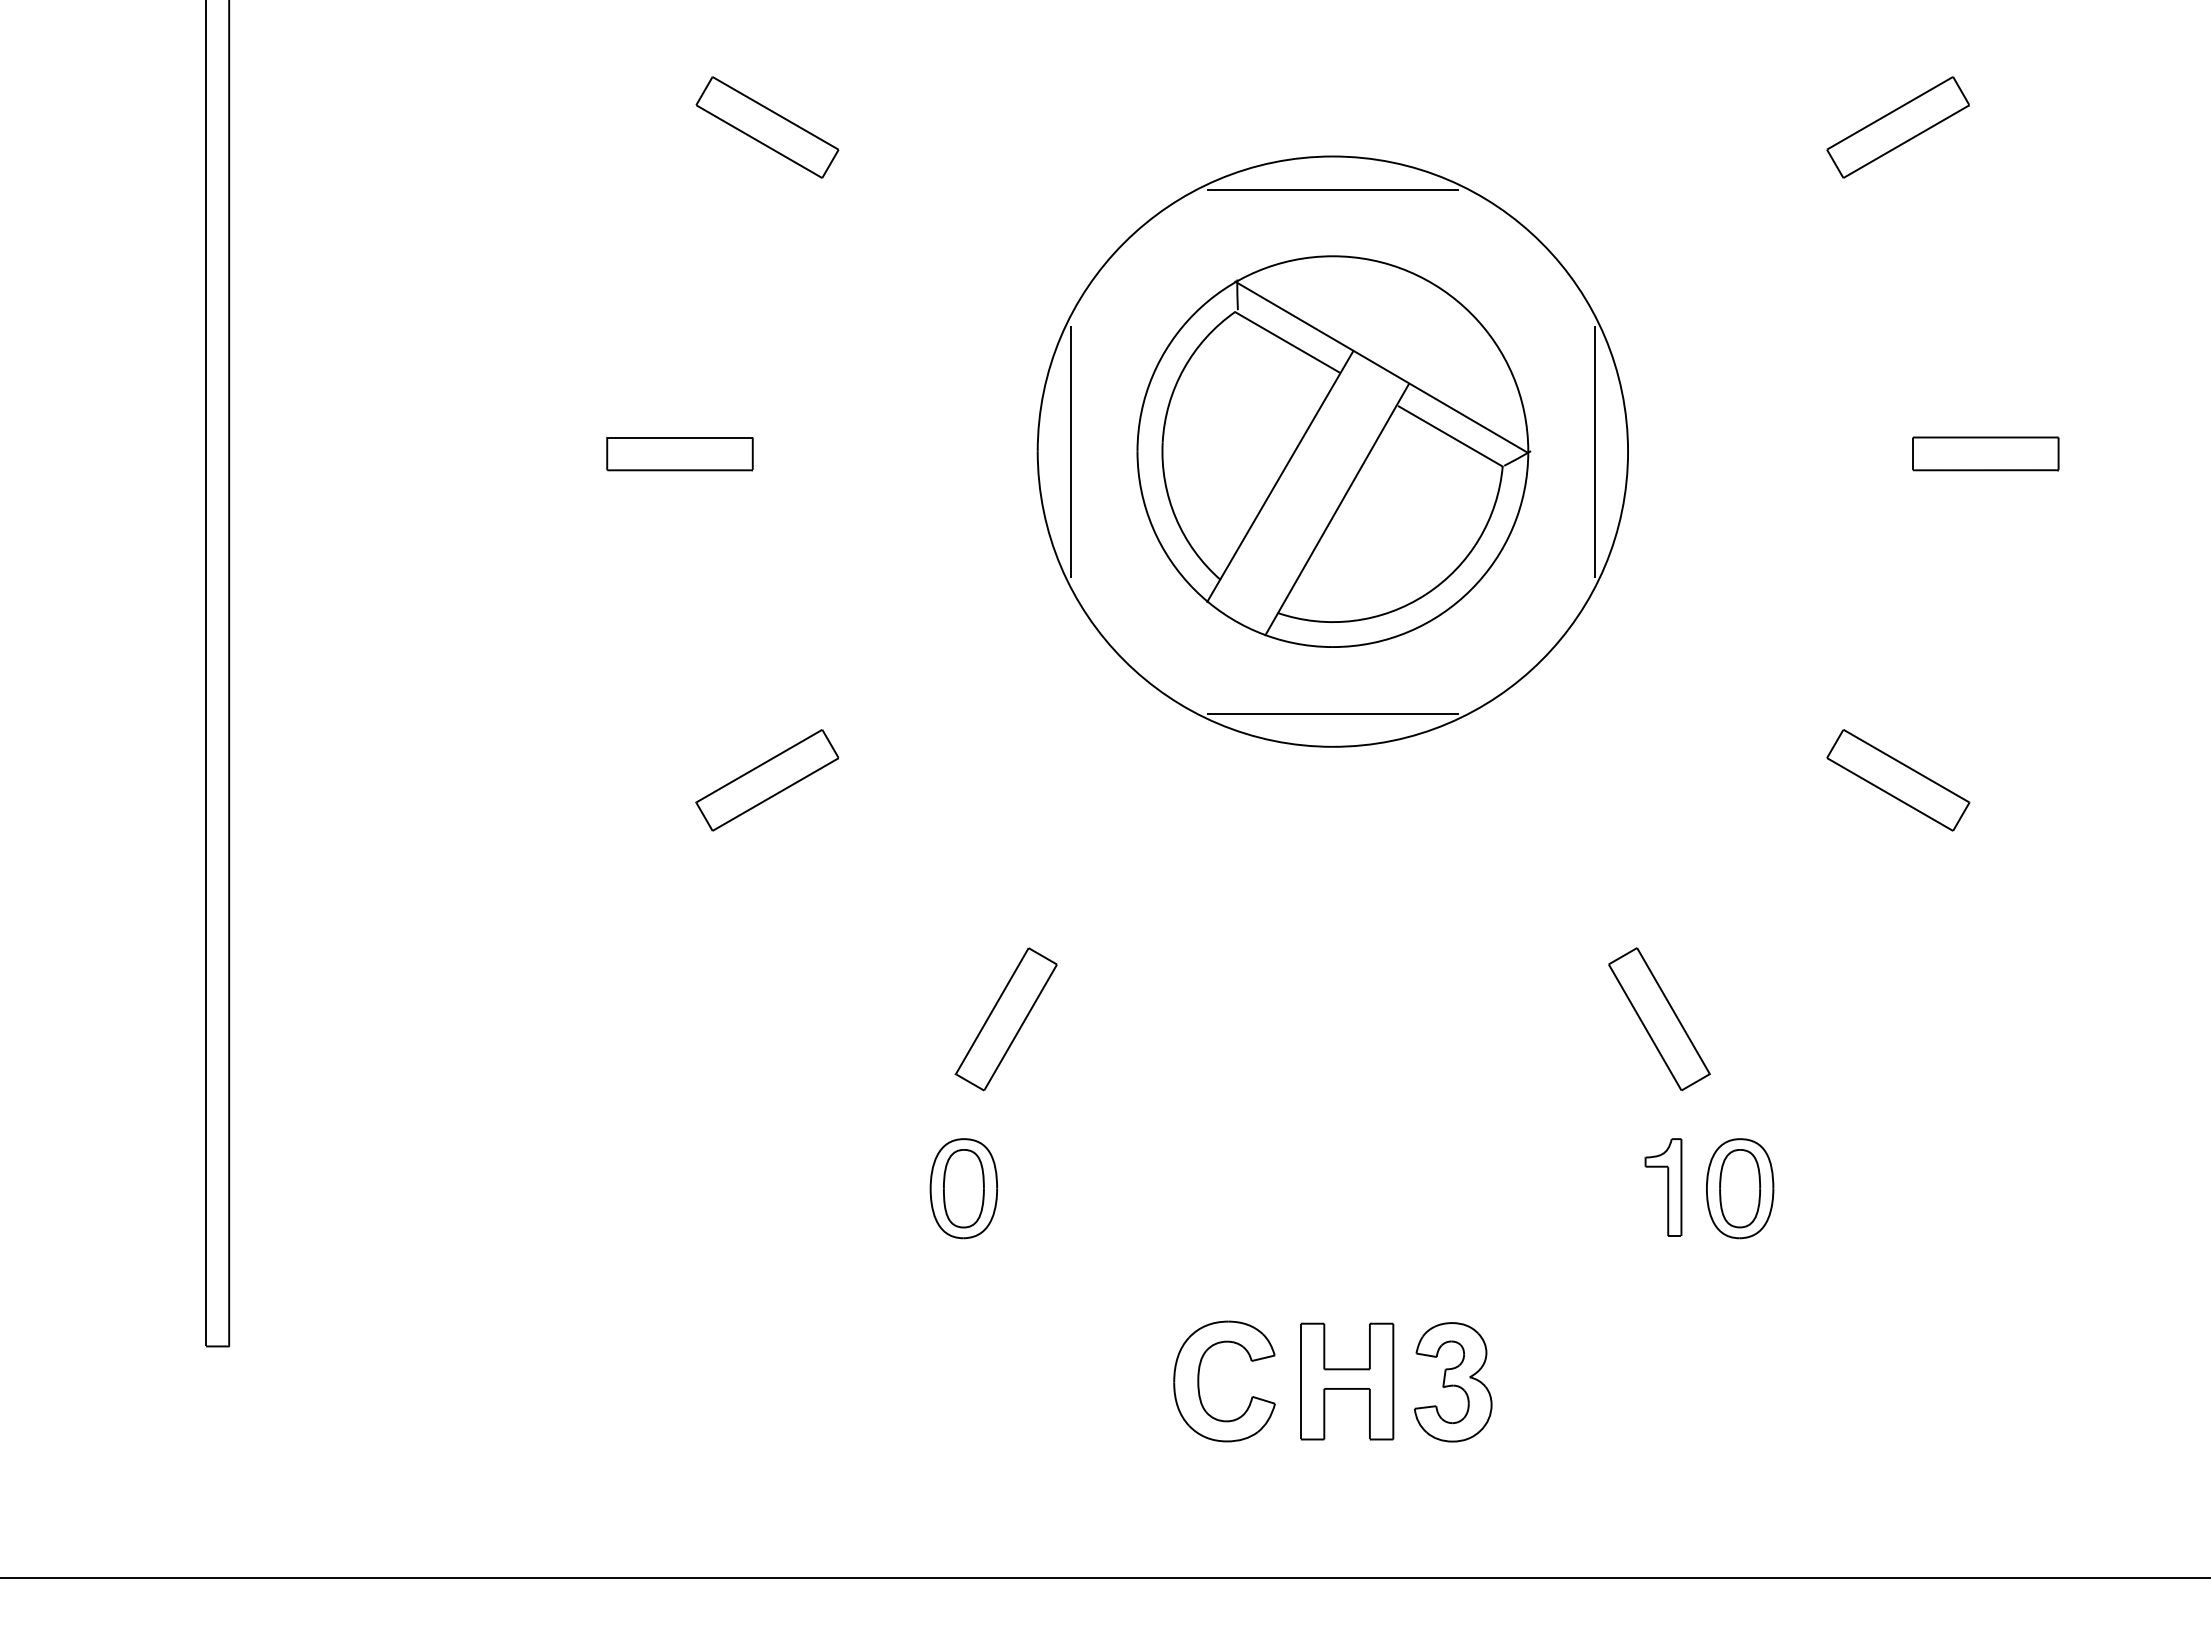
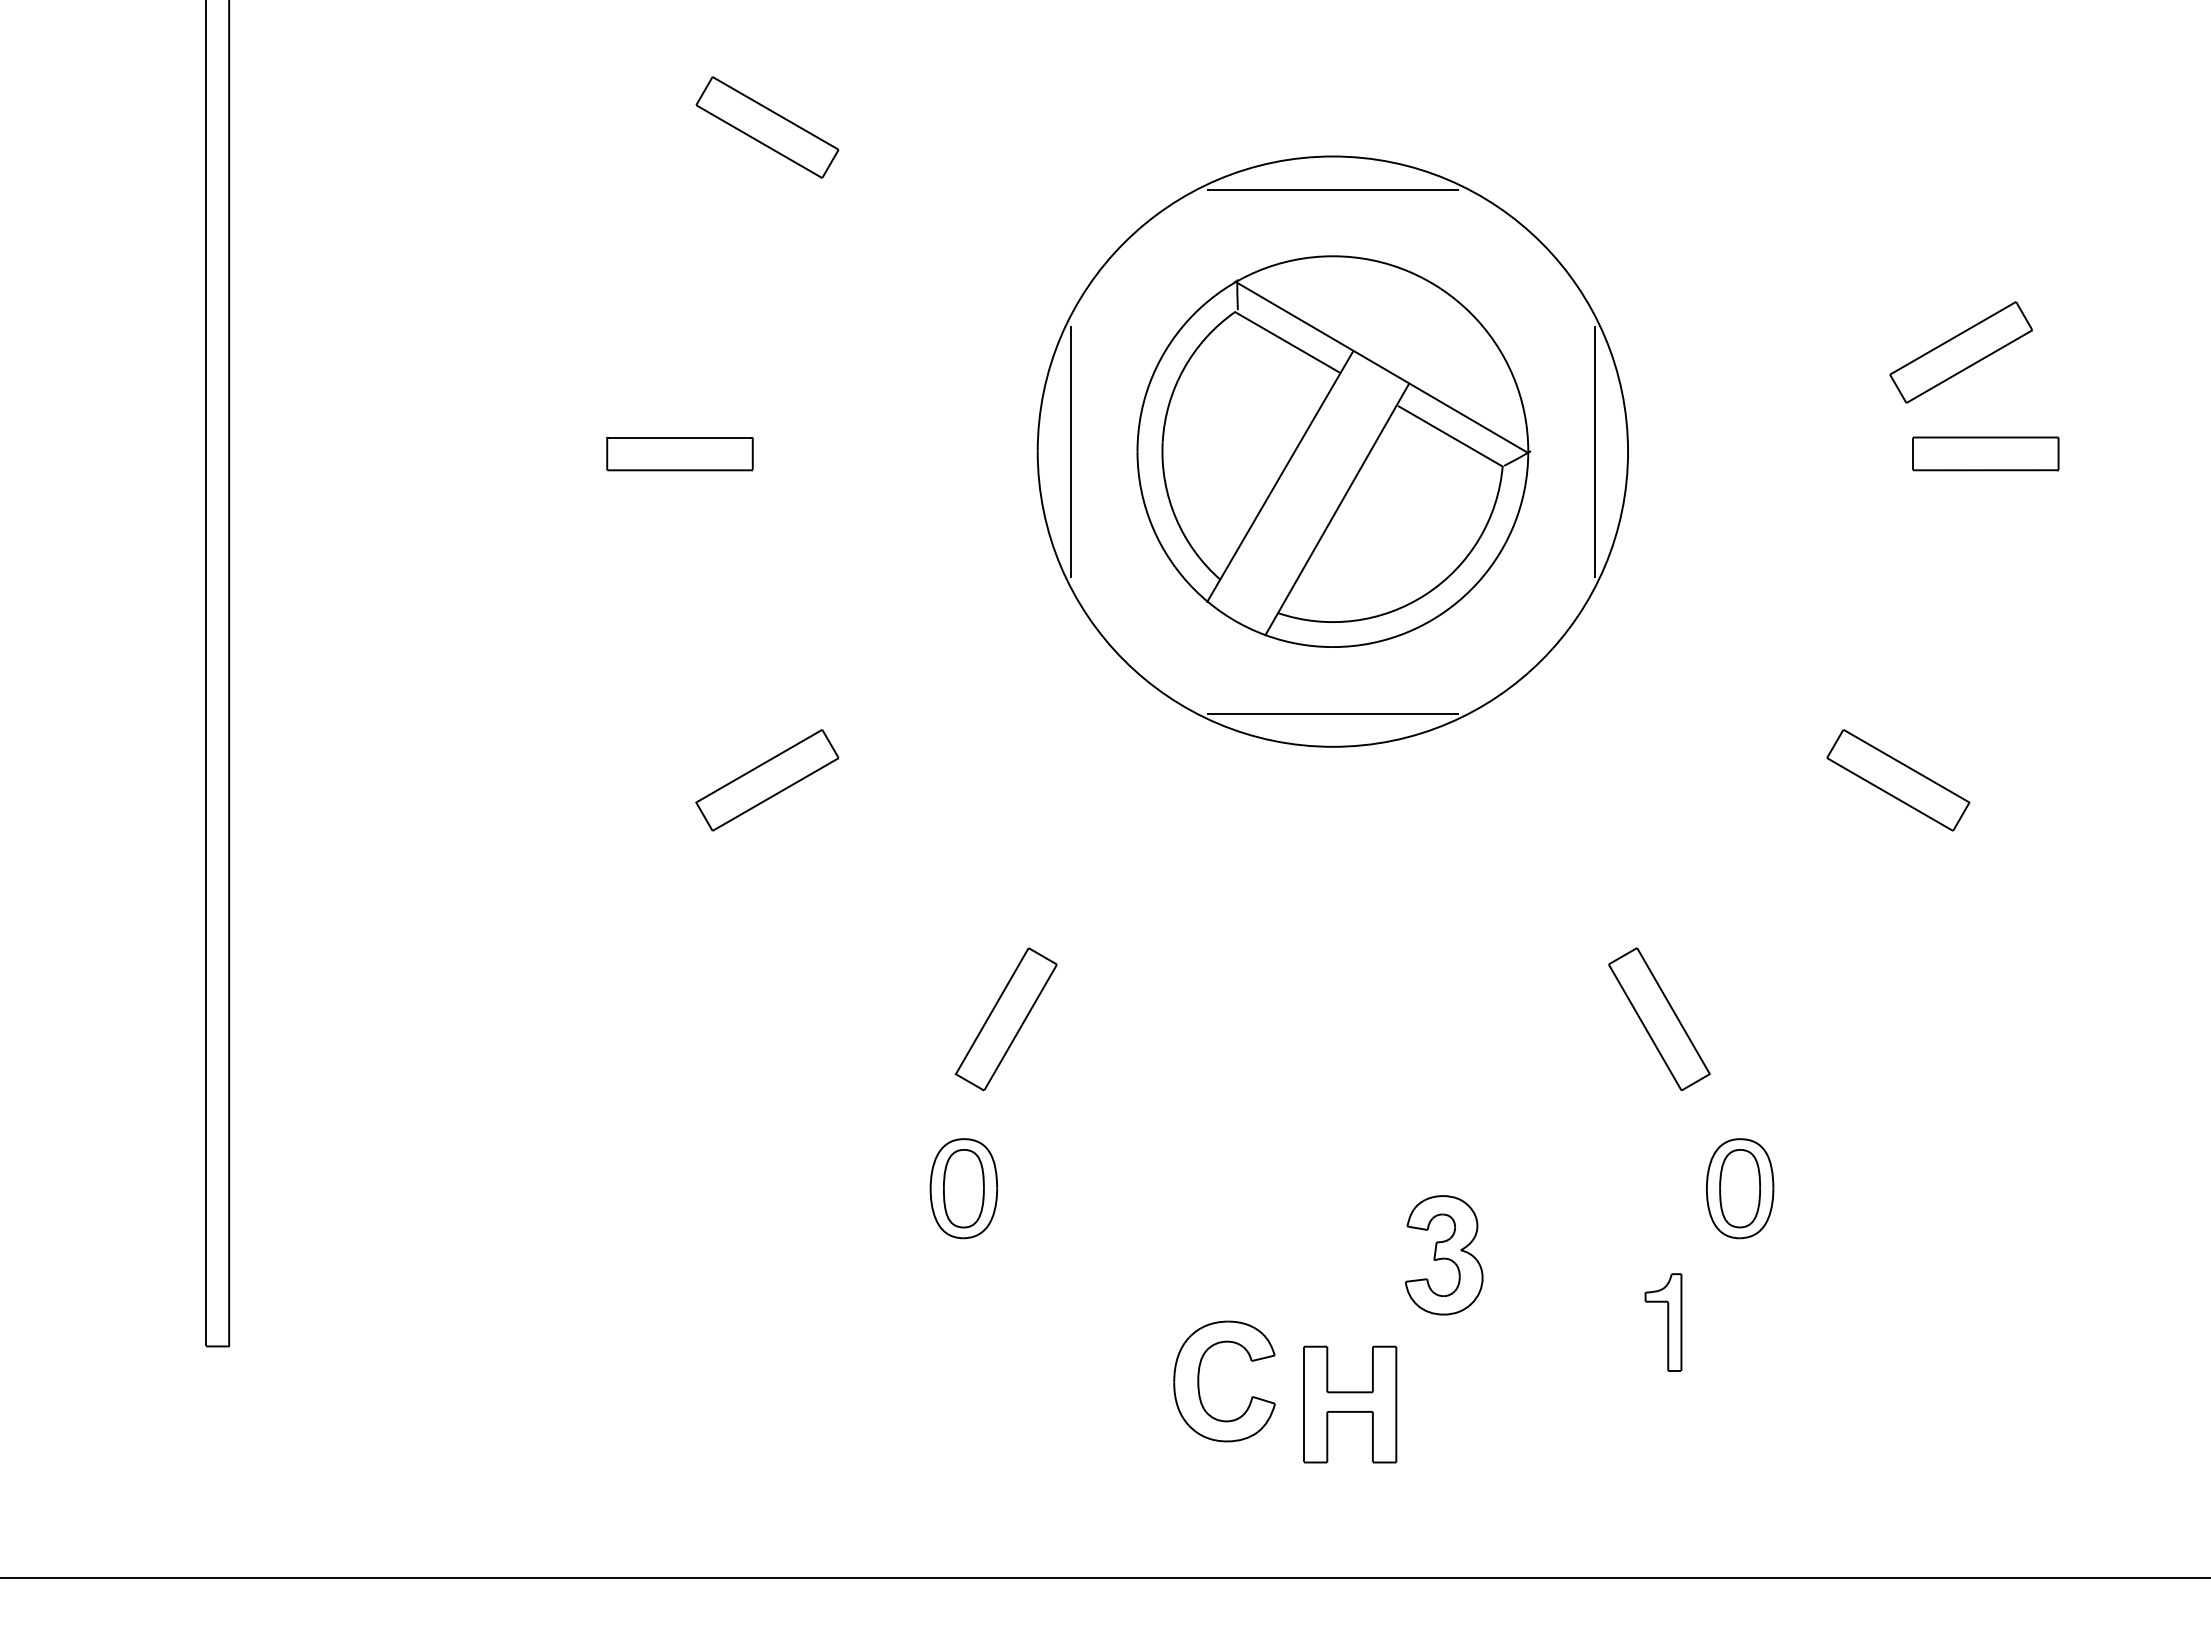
part at (1897, 127) position: (1897, 127) -> (1960, 352)
part at (1663, 1187) position: (1663, 1187) -> (1663, 1322)
part at (1347, 1381) position: (1347, 1381) -> (1350, 1404)
part at (1453, 1382) position: (1453, 1382) -> (1444, 1255)
